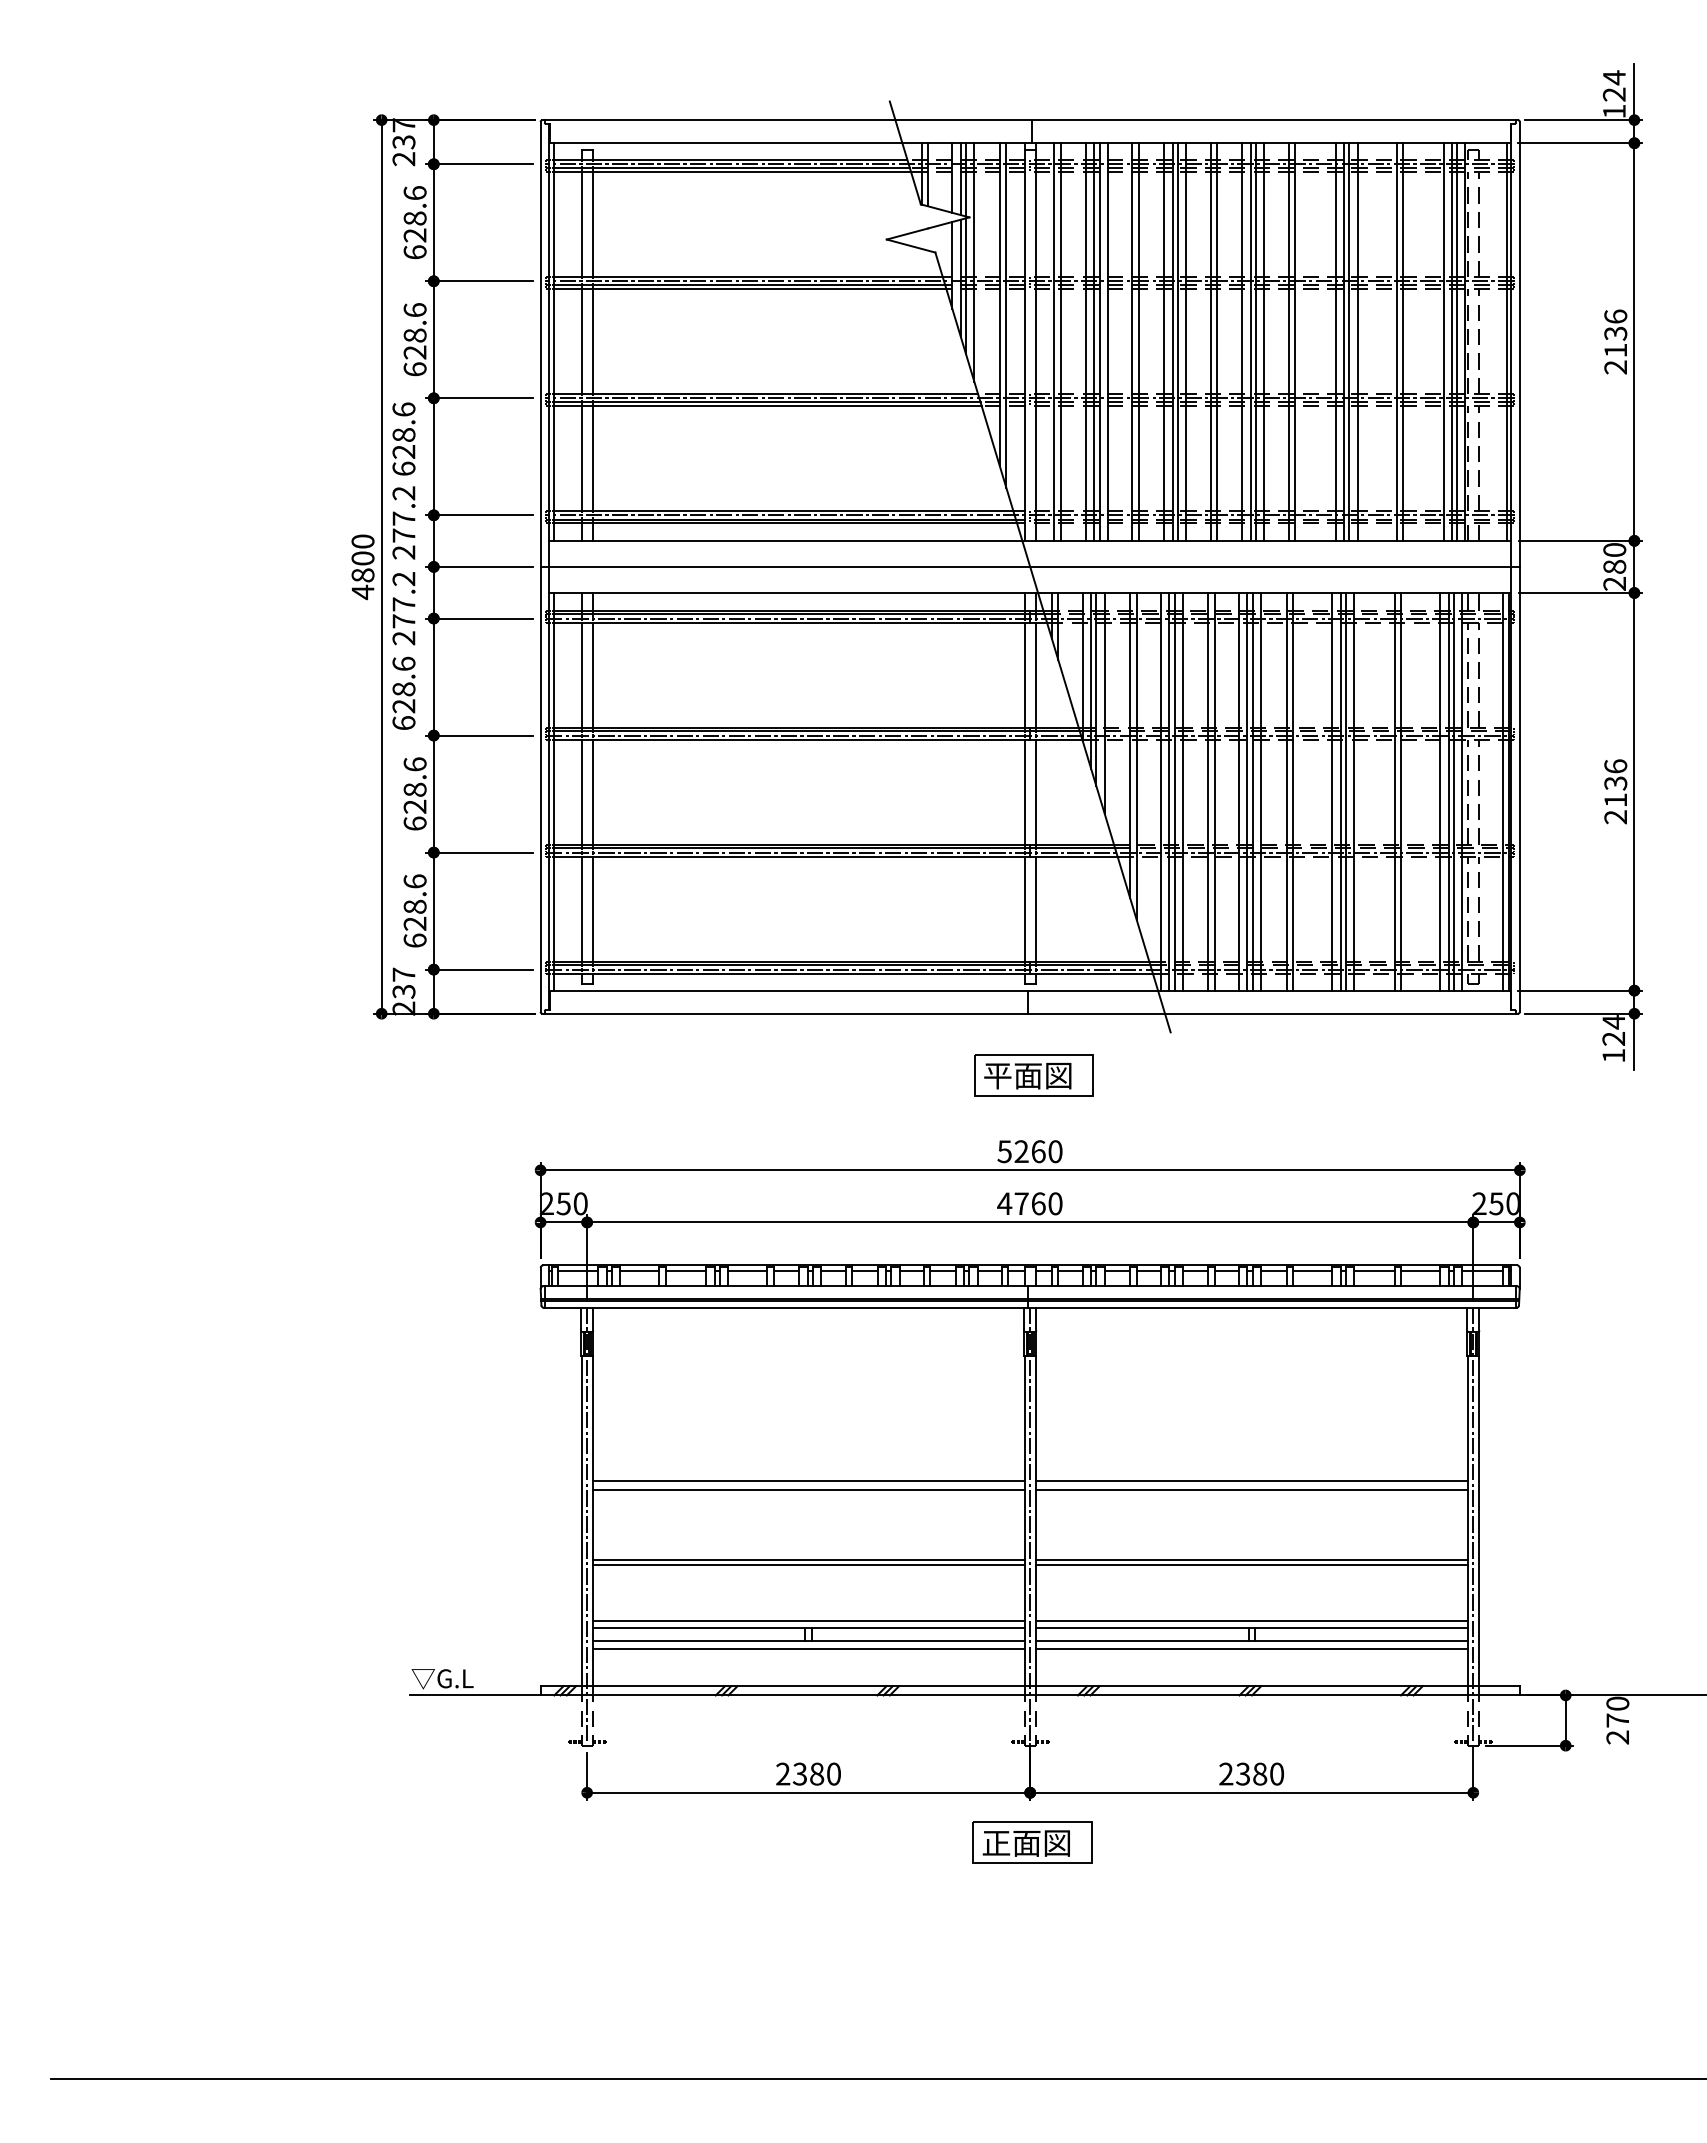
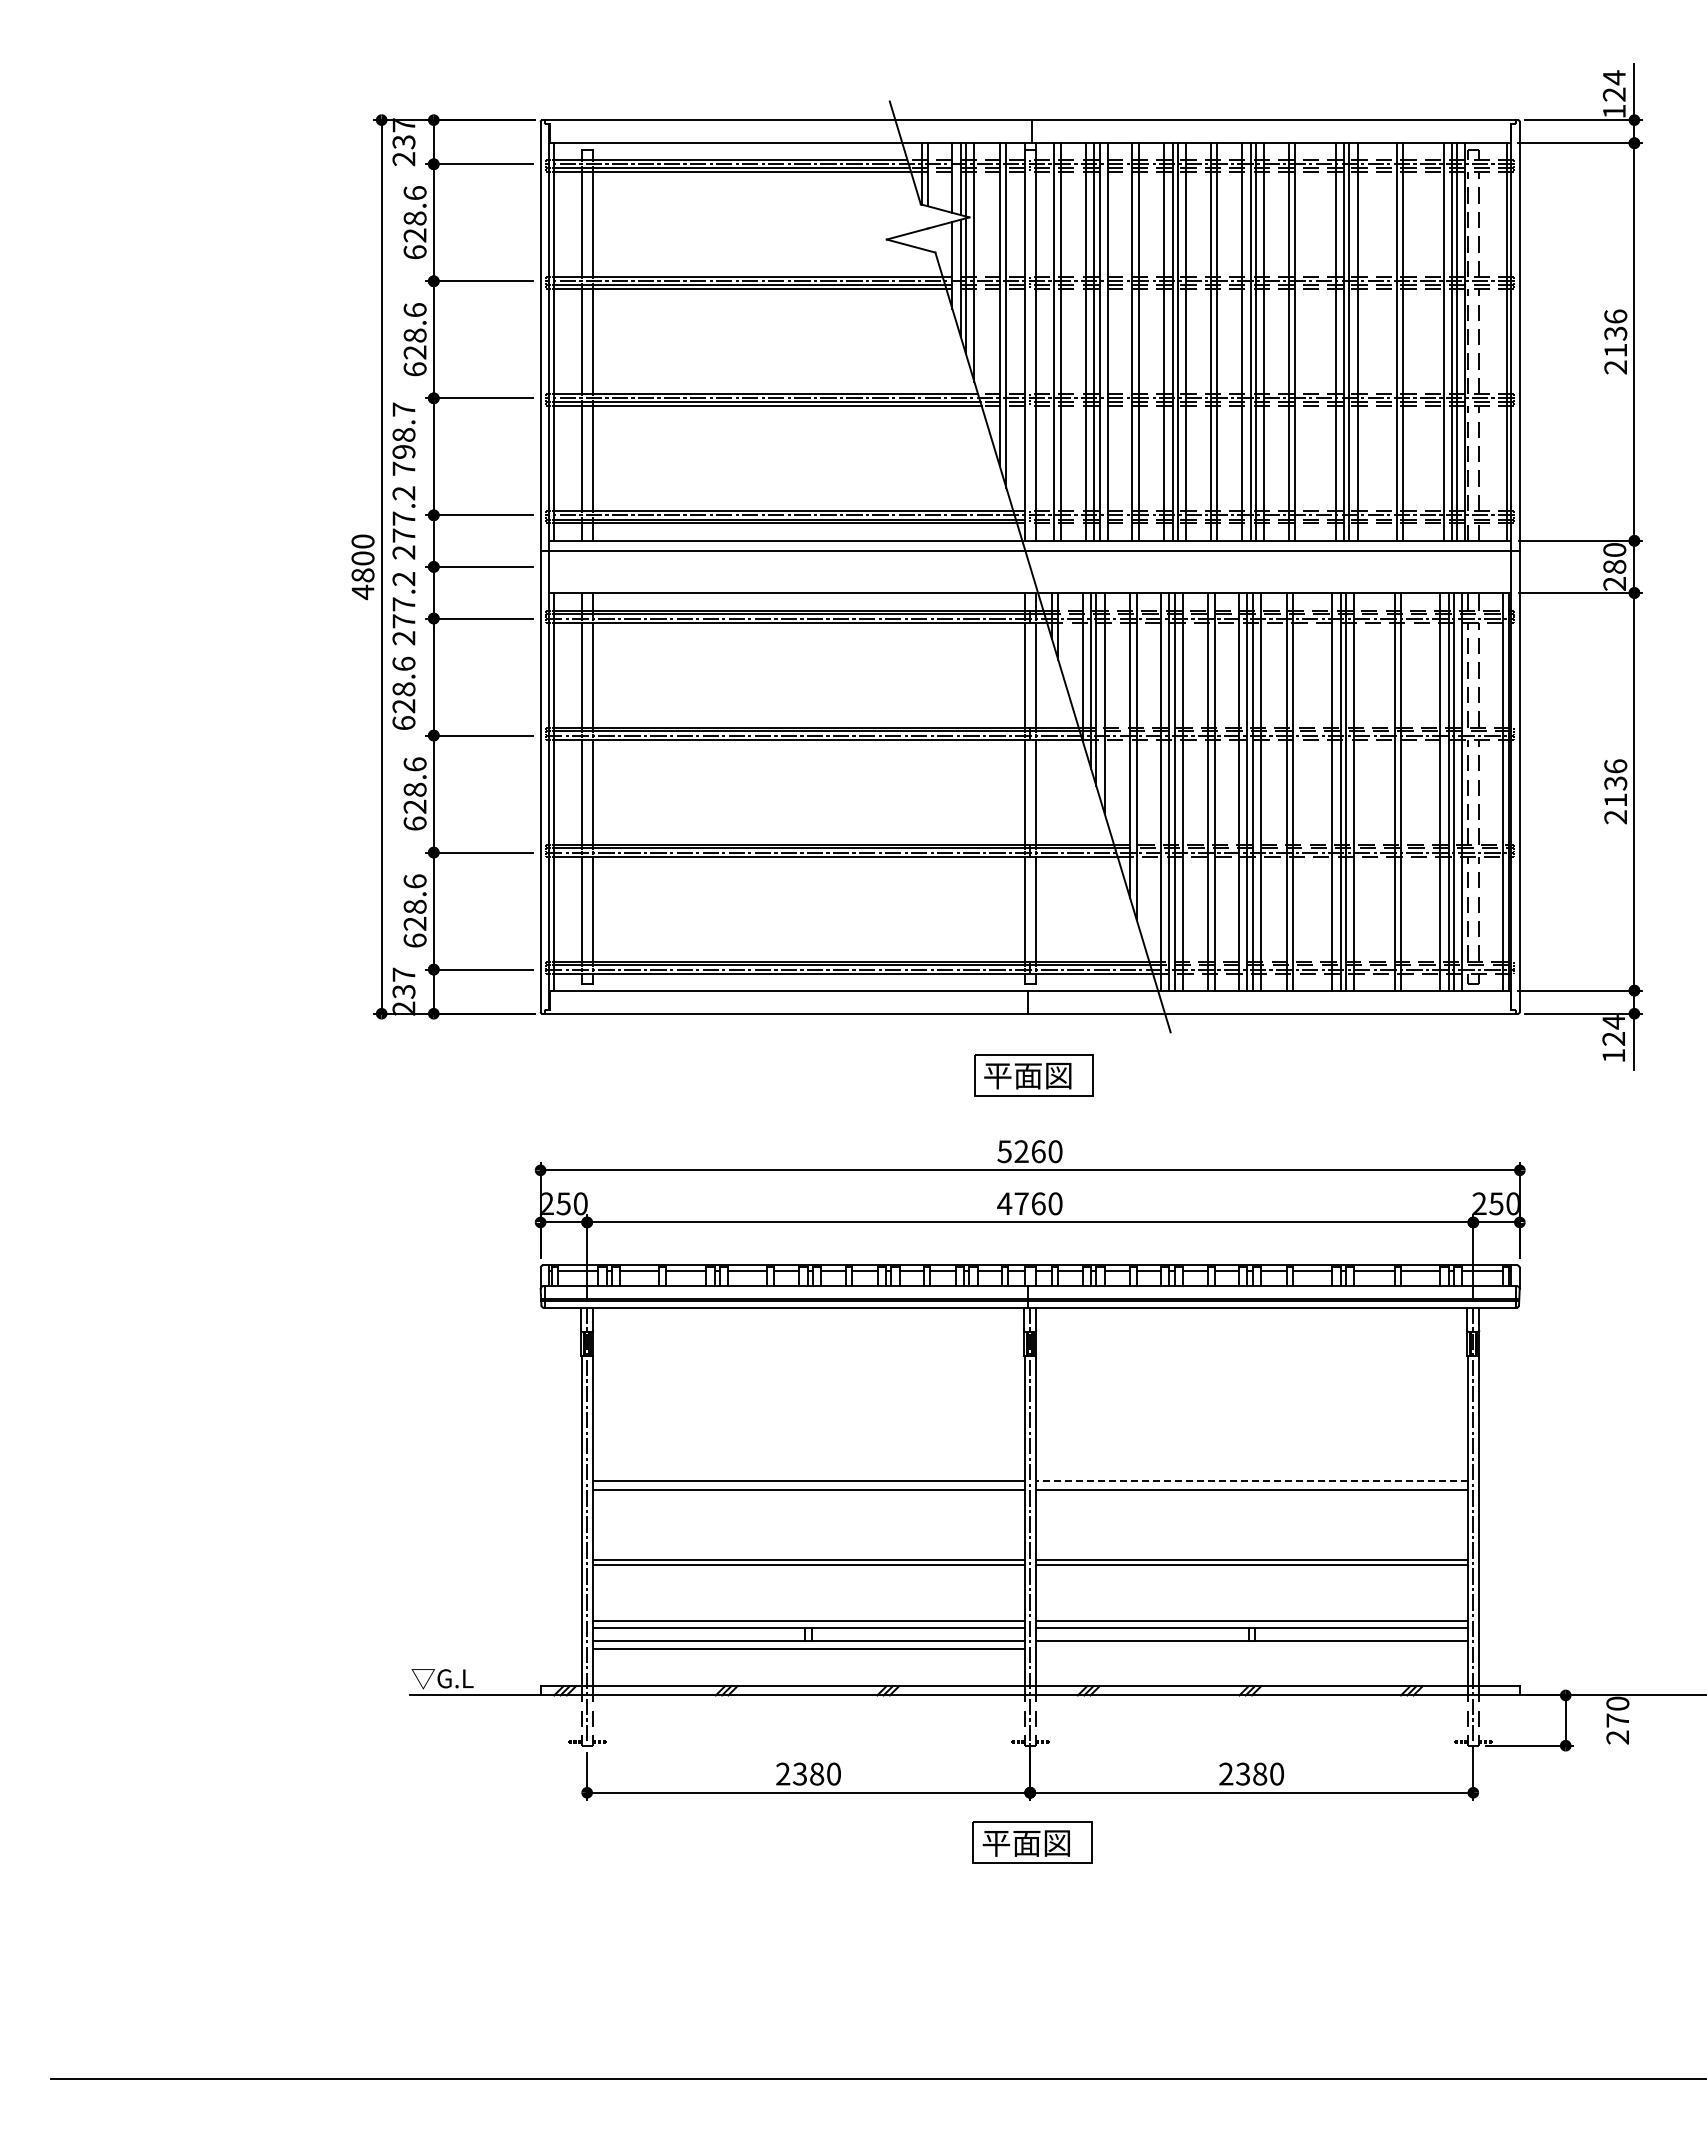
text at (403, 438): 628.6 -> 798.7
line at (1029, 566) position: (1029, 566) -> (1029, 550)
line at (1251, 1481): solid -> dashed
line at (1251, 1648): present -> none
text at (996, 1843): 正面図 -> 平面図
